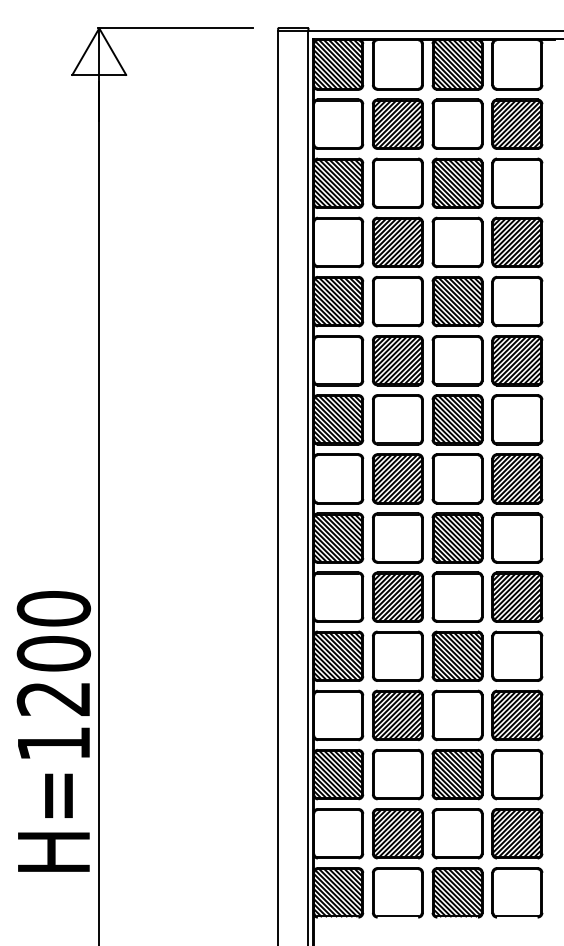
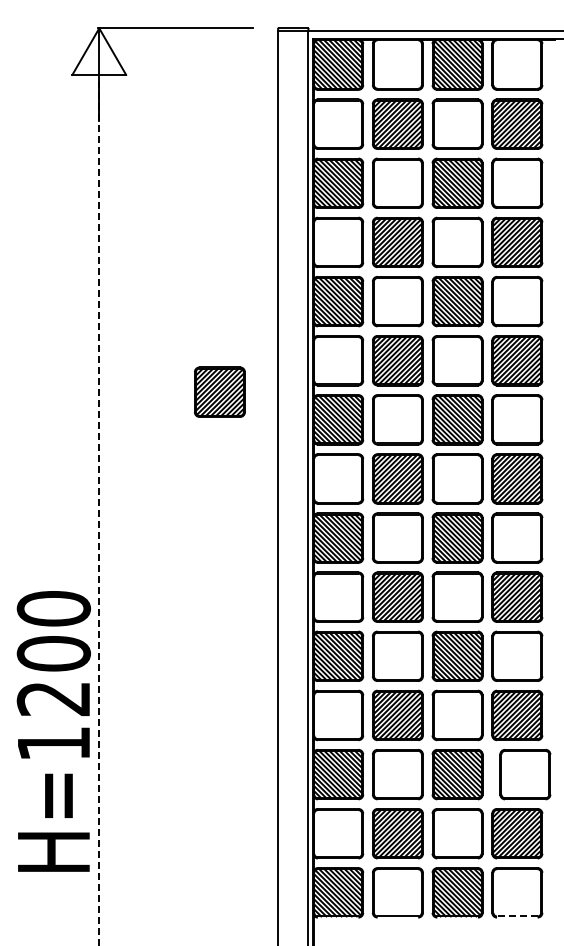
part at (219, 391): none -> present
line at (99, 514): solid -> dashed
part at (517, 774) position: (517, 774) -> (525, 774)
line at (516, 916): solid -> dashed
